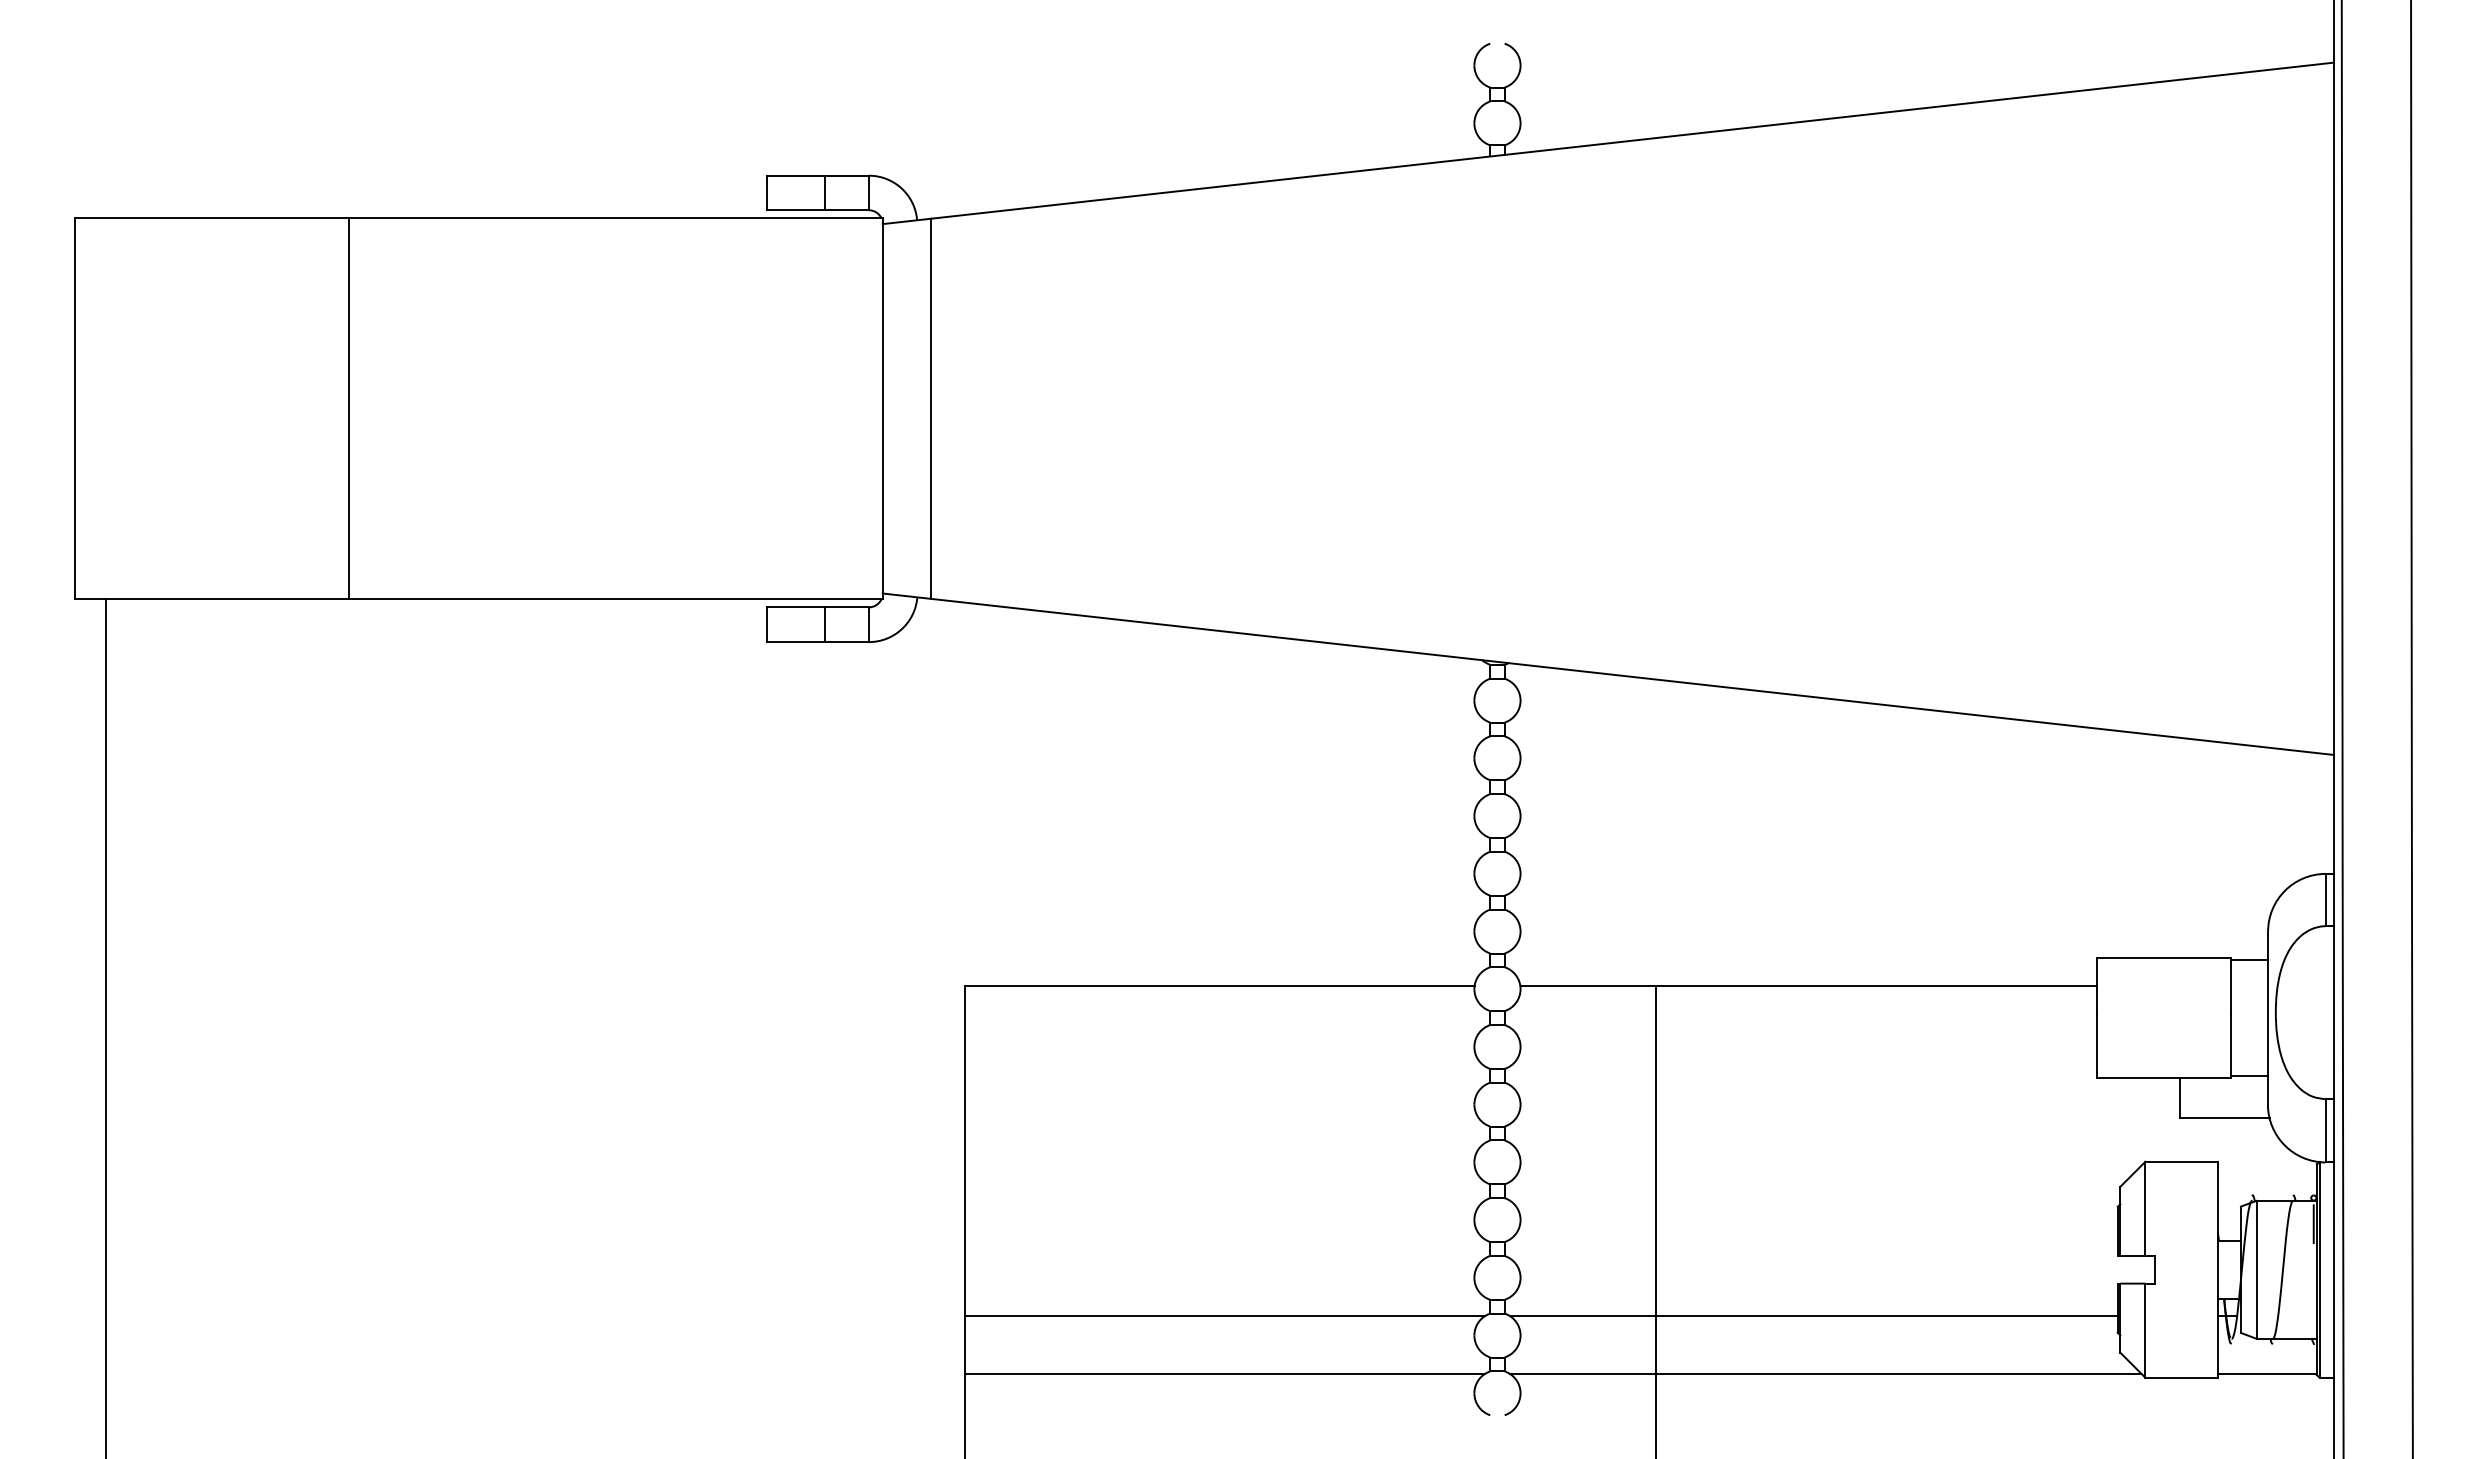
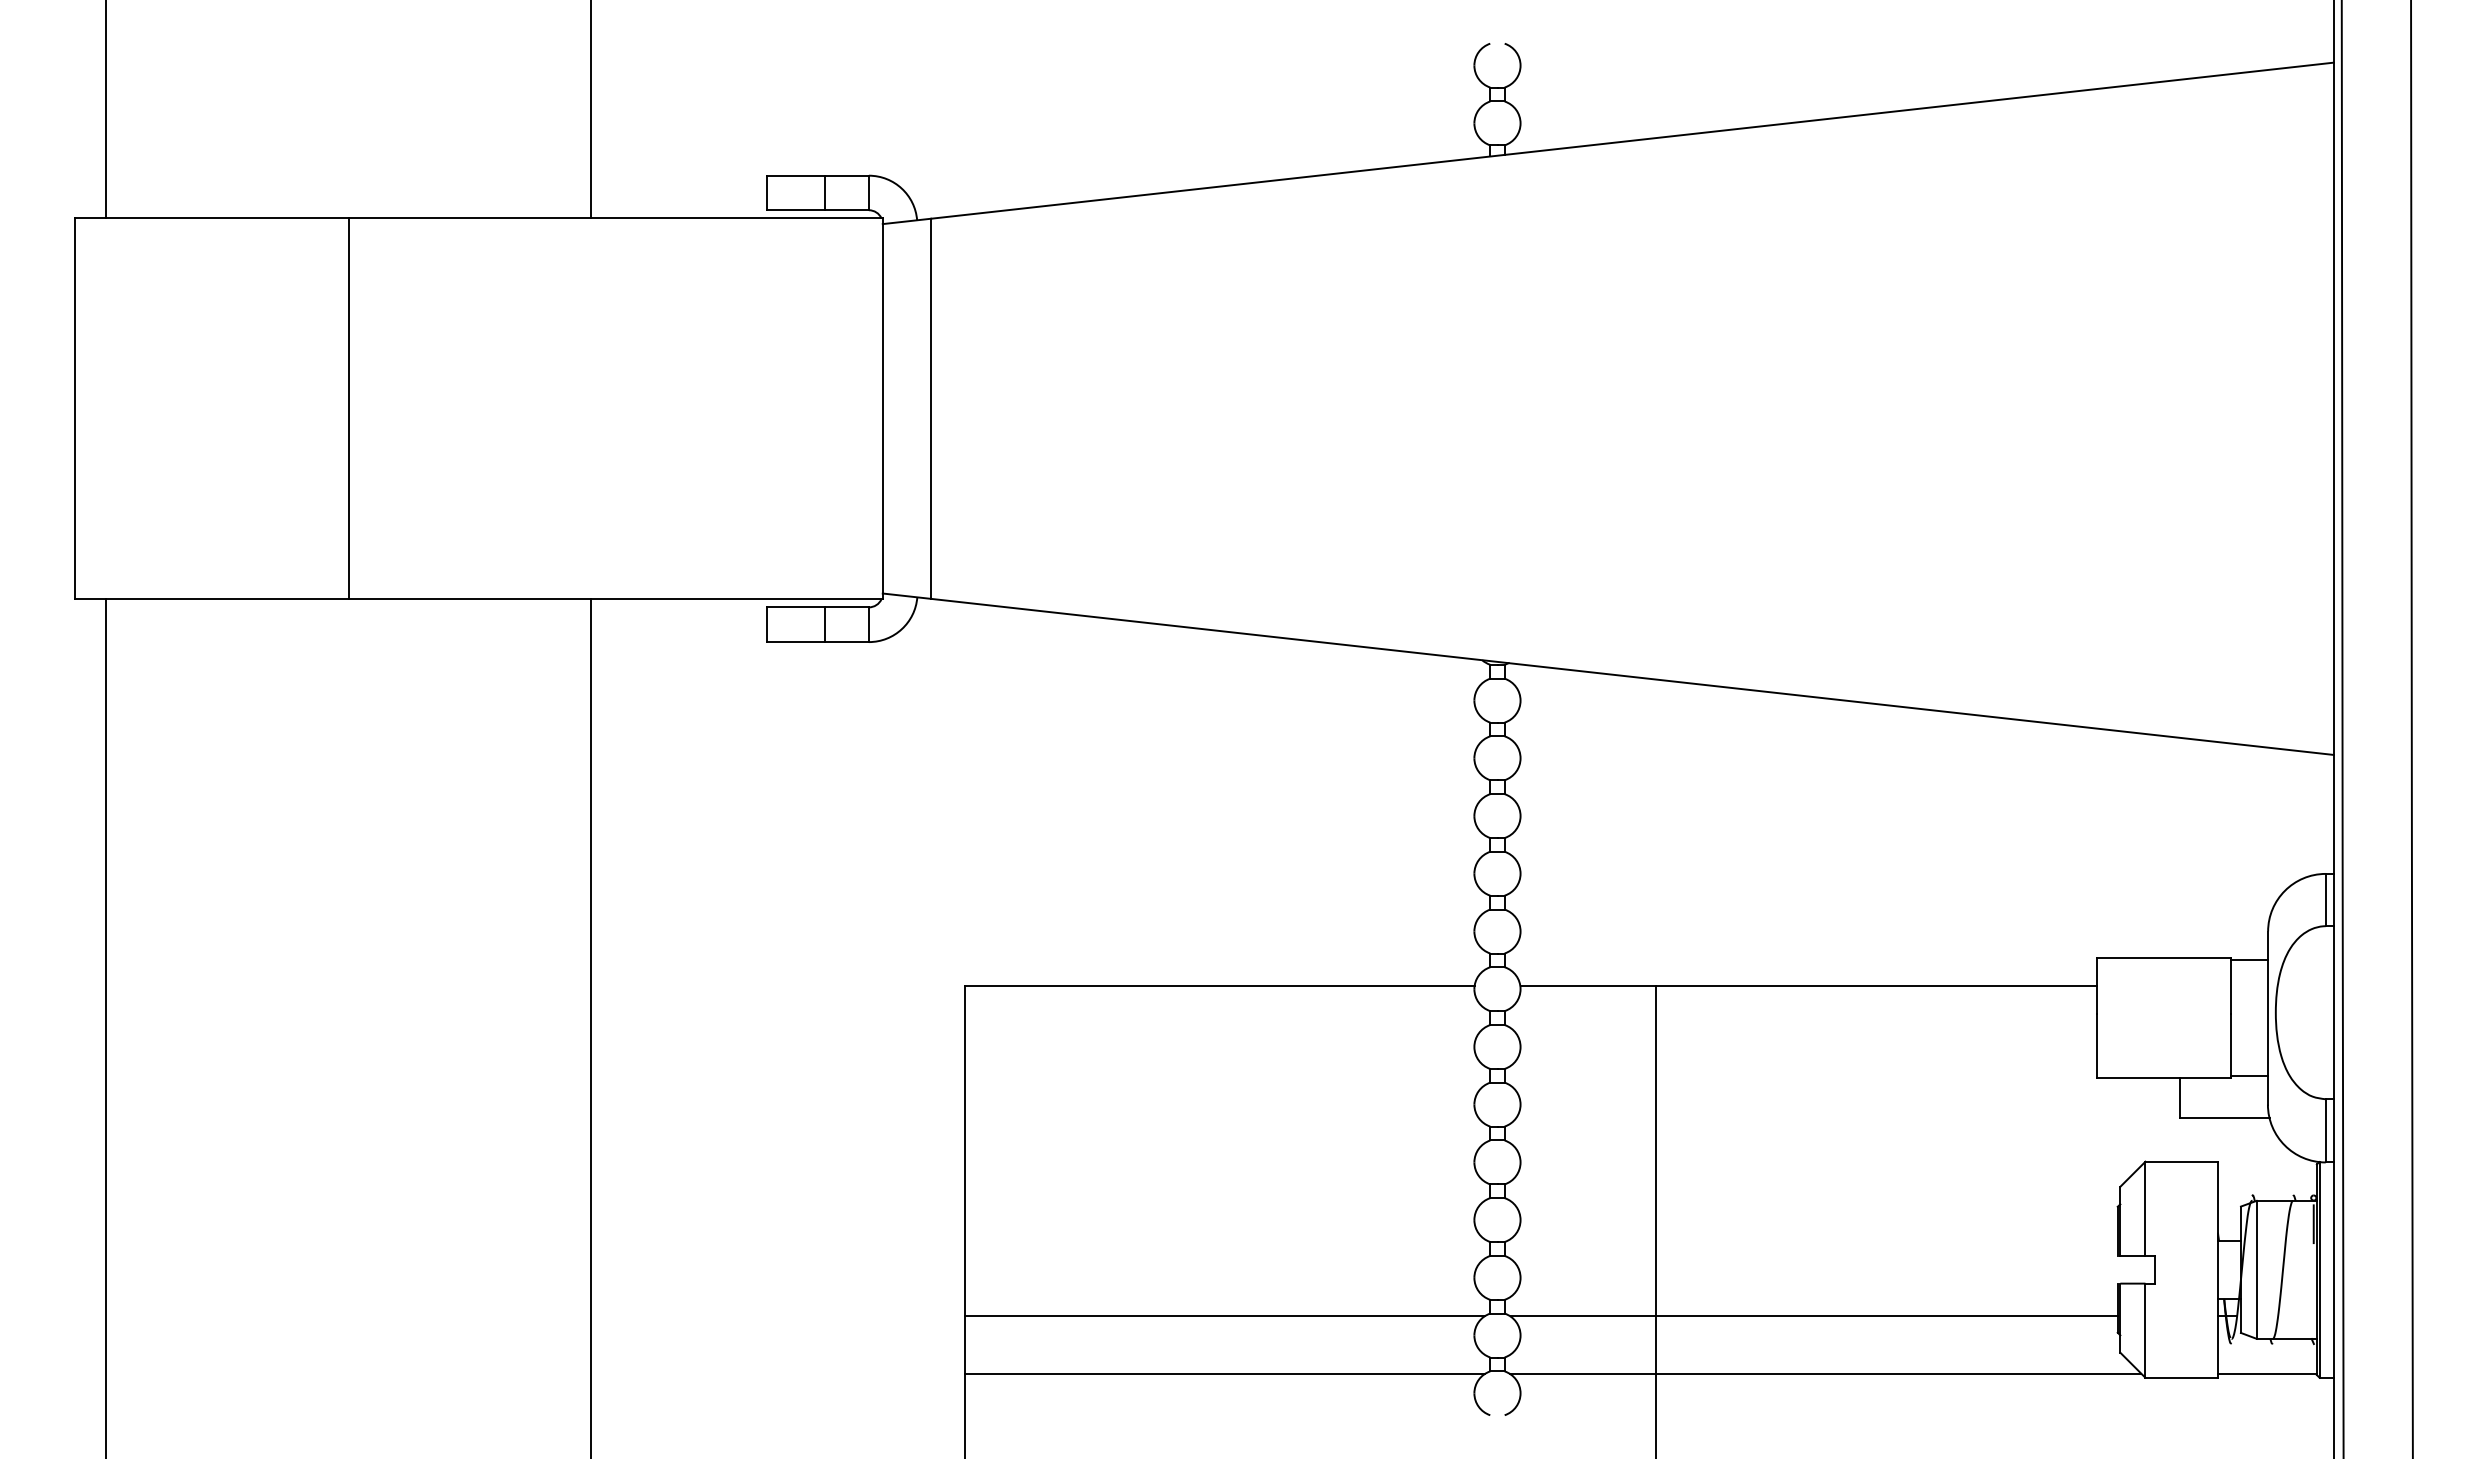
line at (106, 110): none -> present
line at (591, 110): none -> present
line at (591, 1027): none -> present
